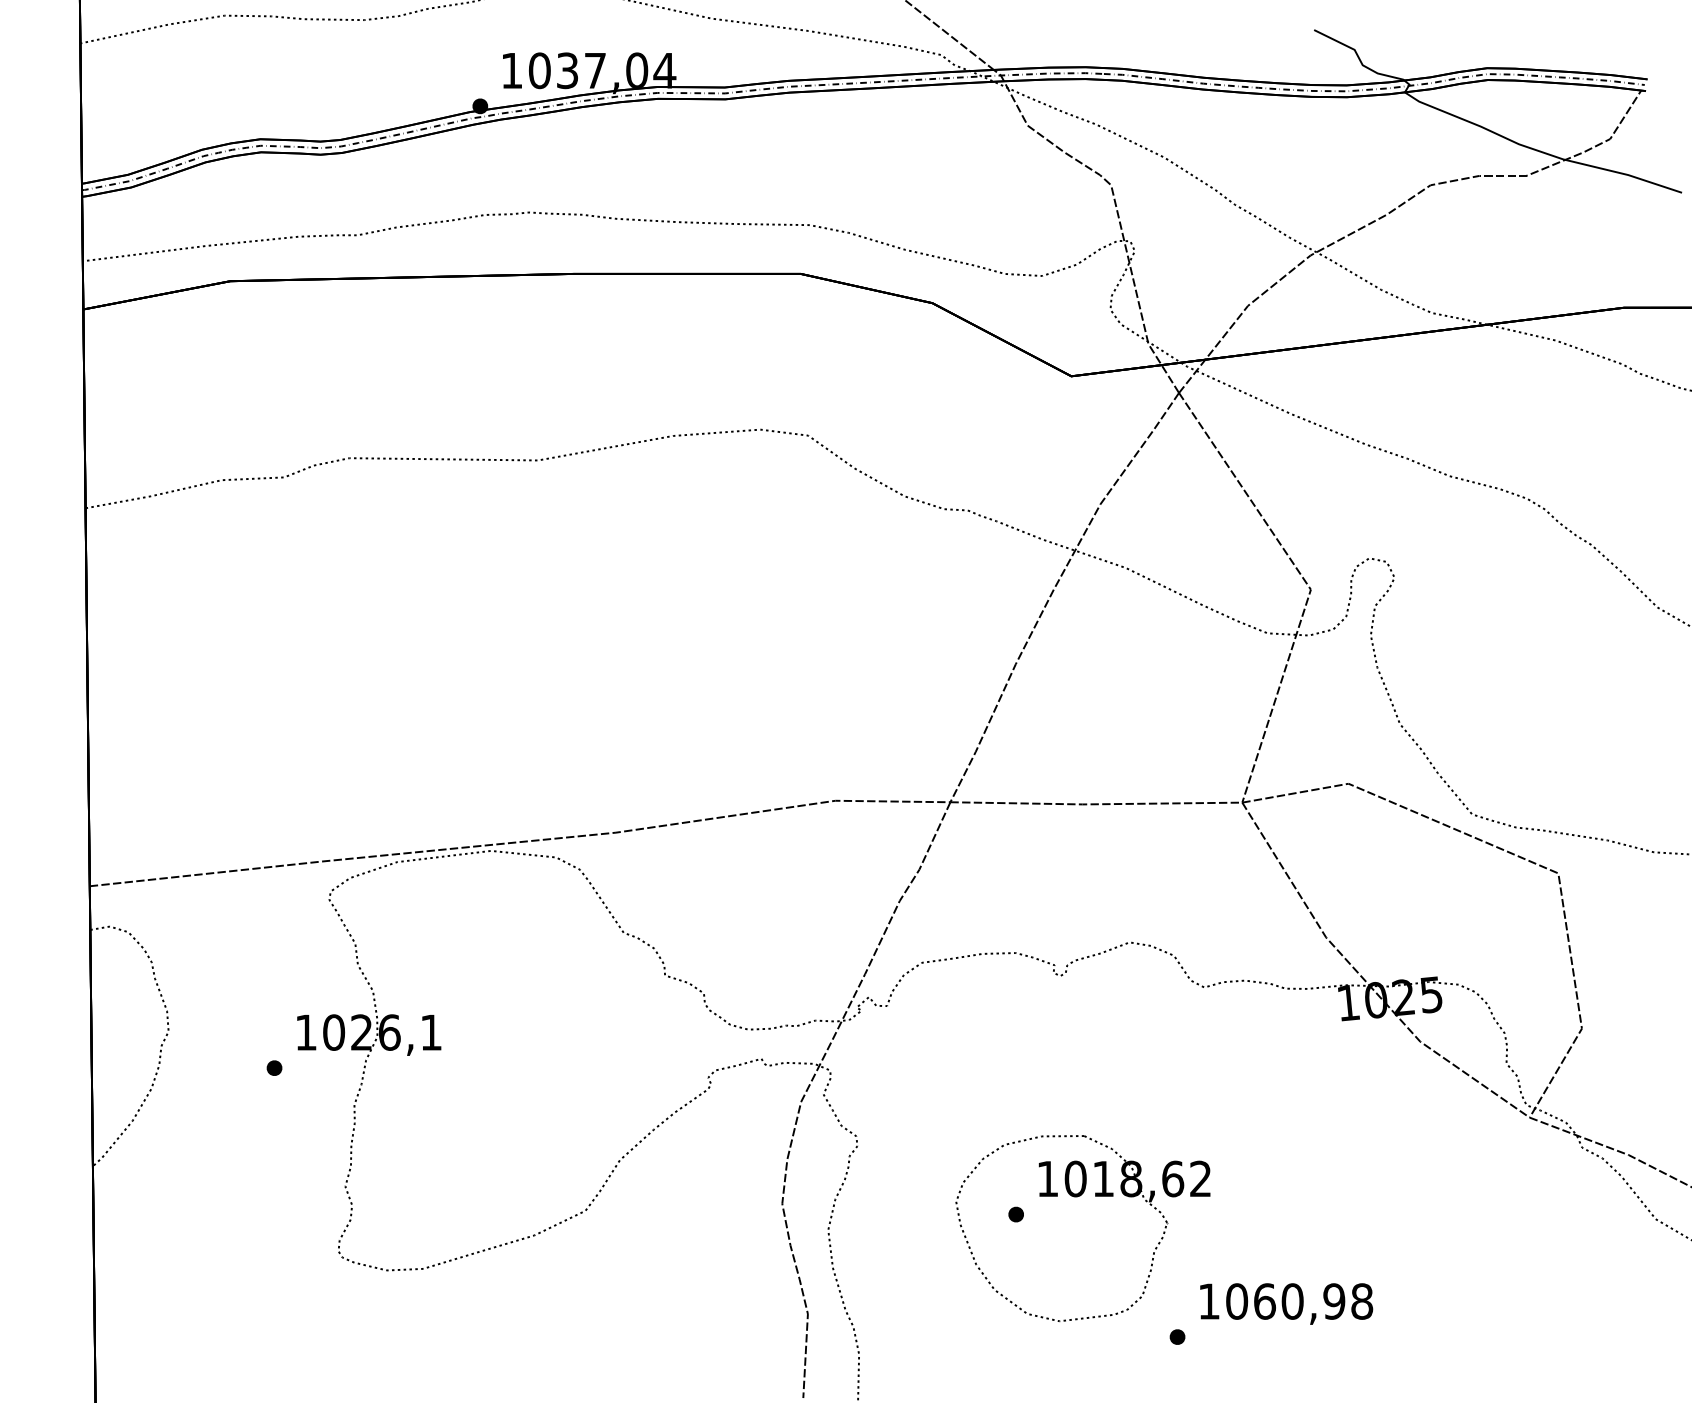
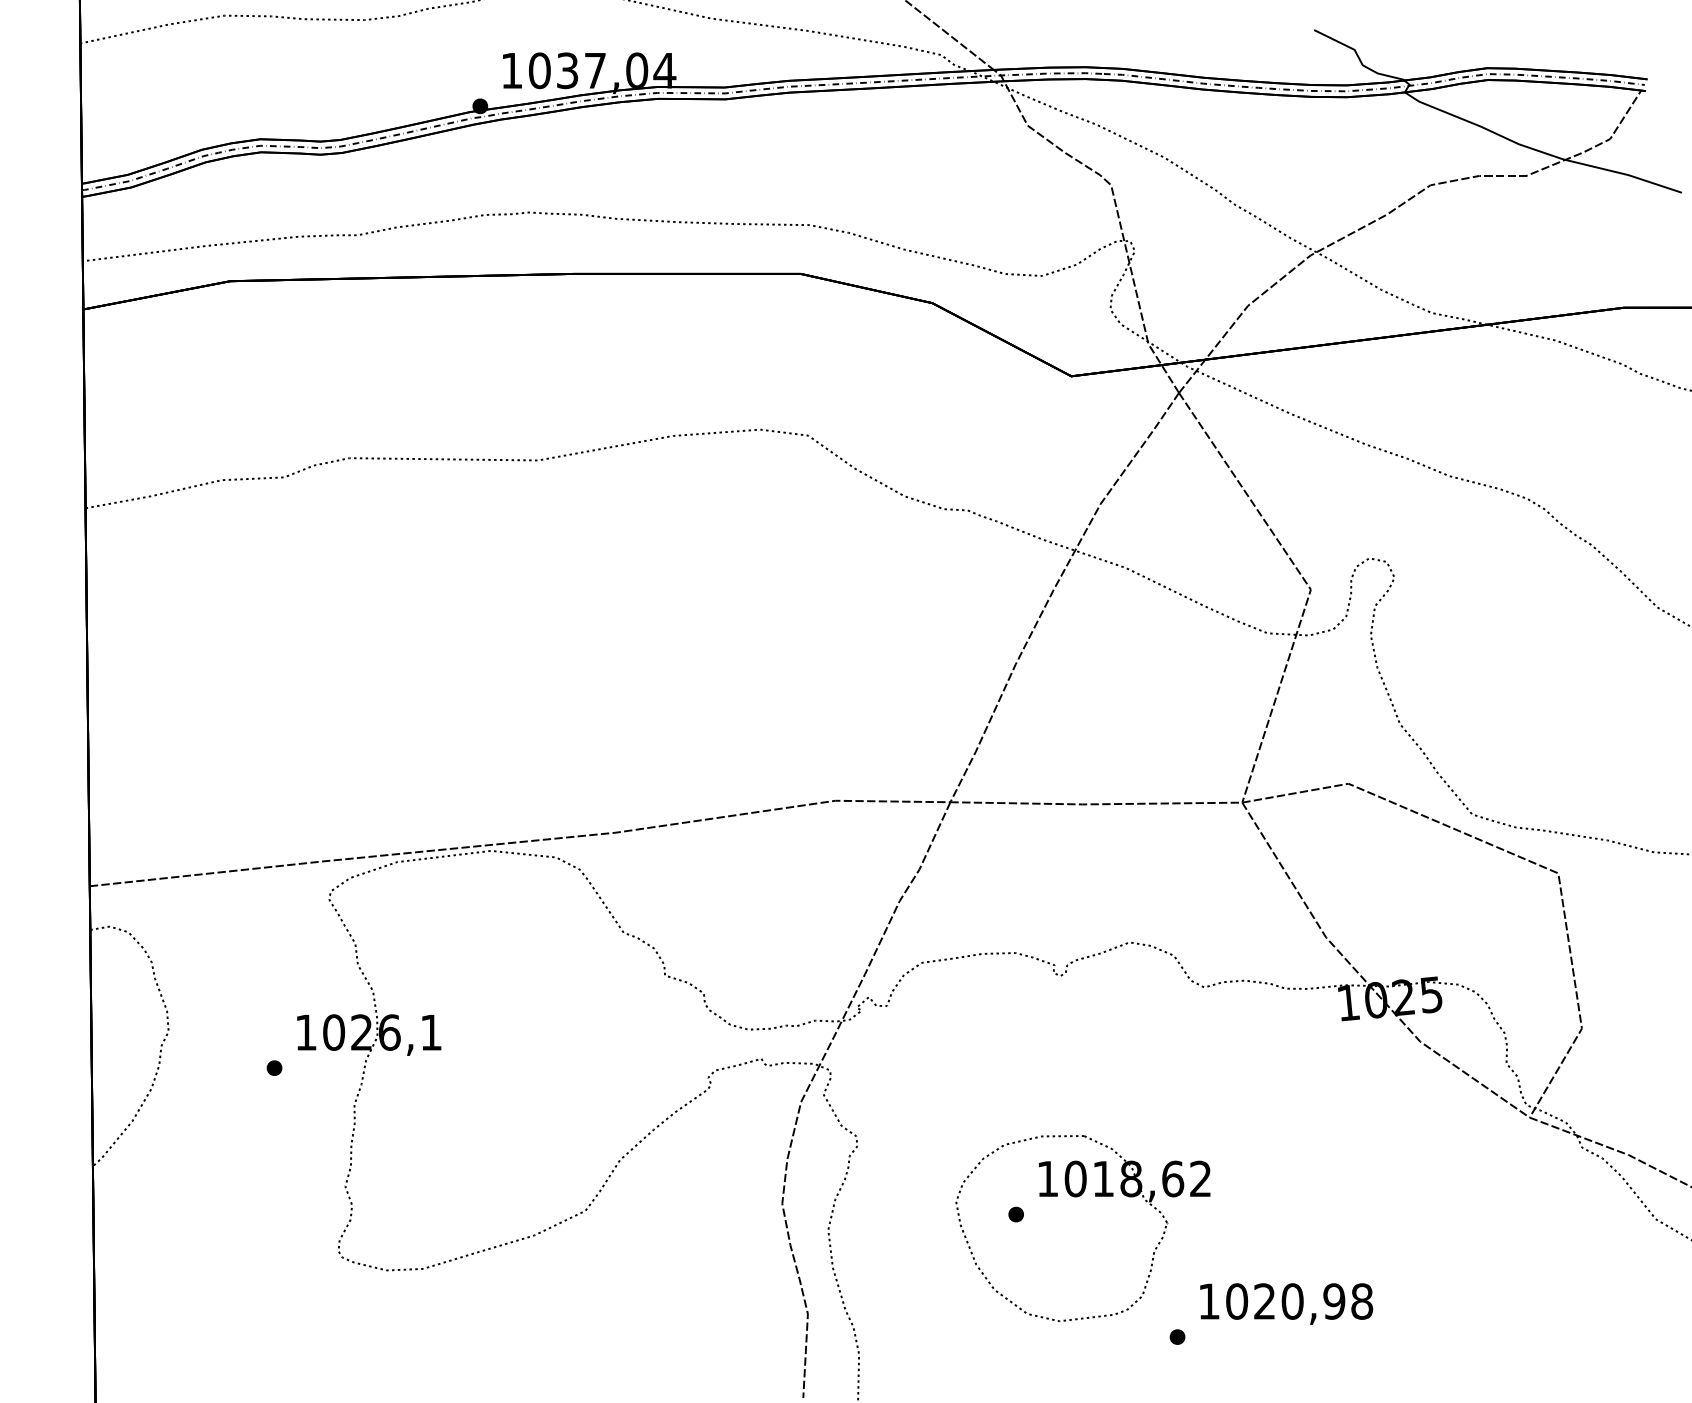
text at (1265, 1301): 1060,98 -> 1020,98
